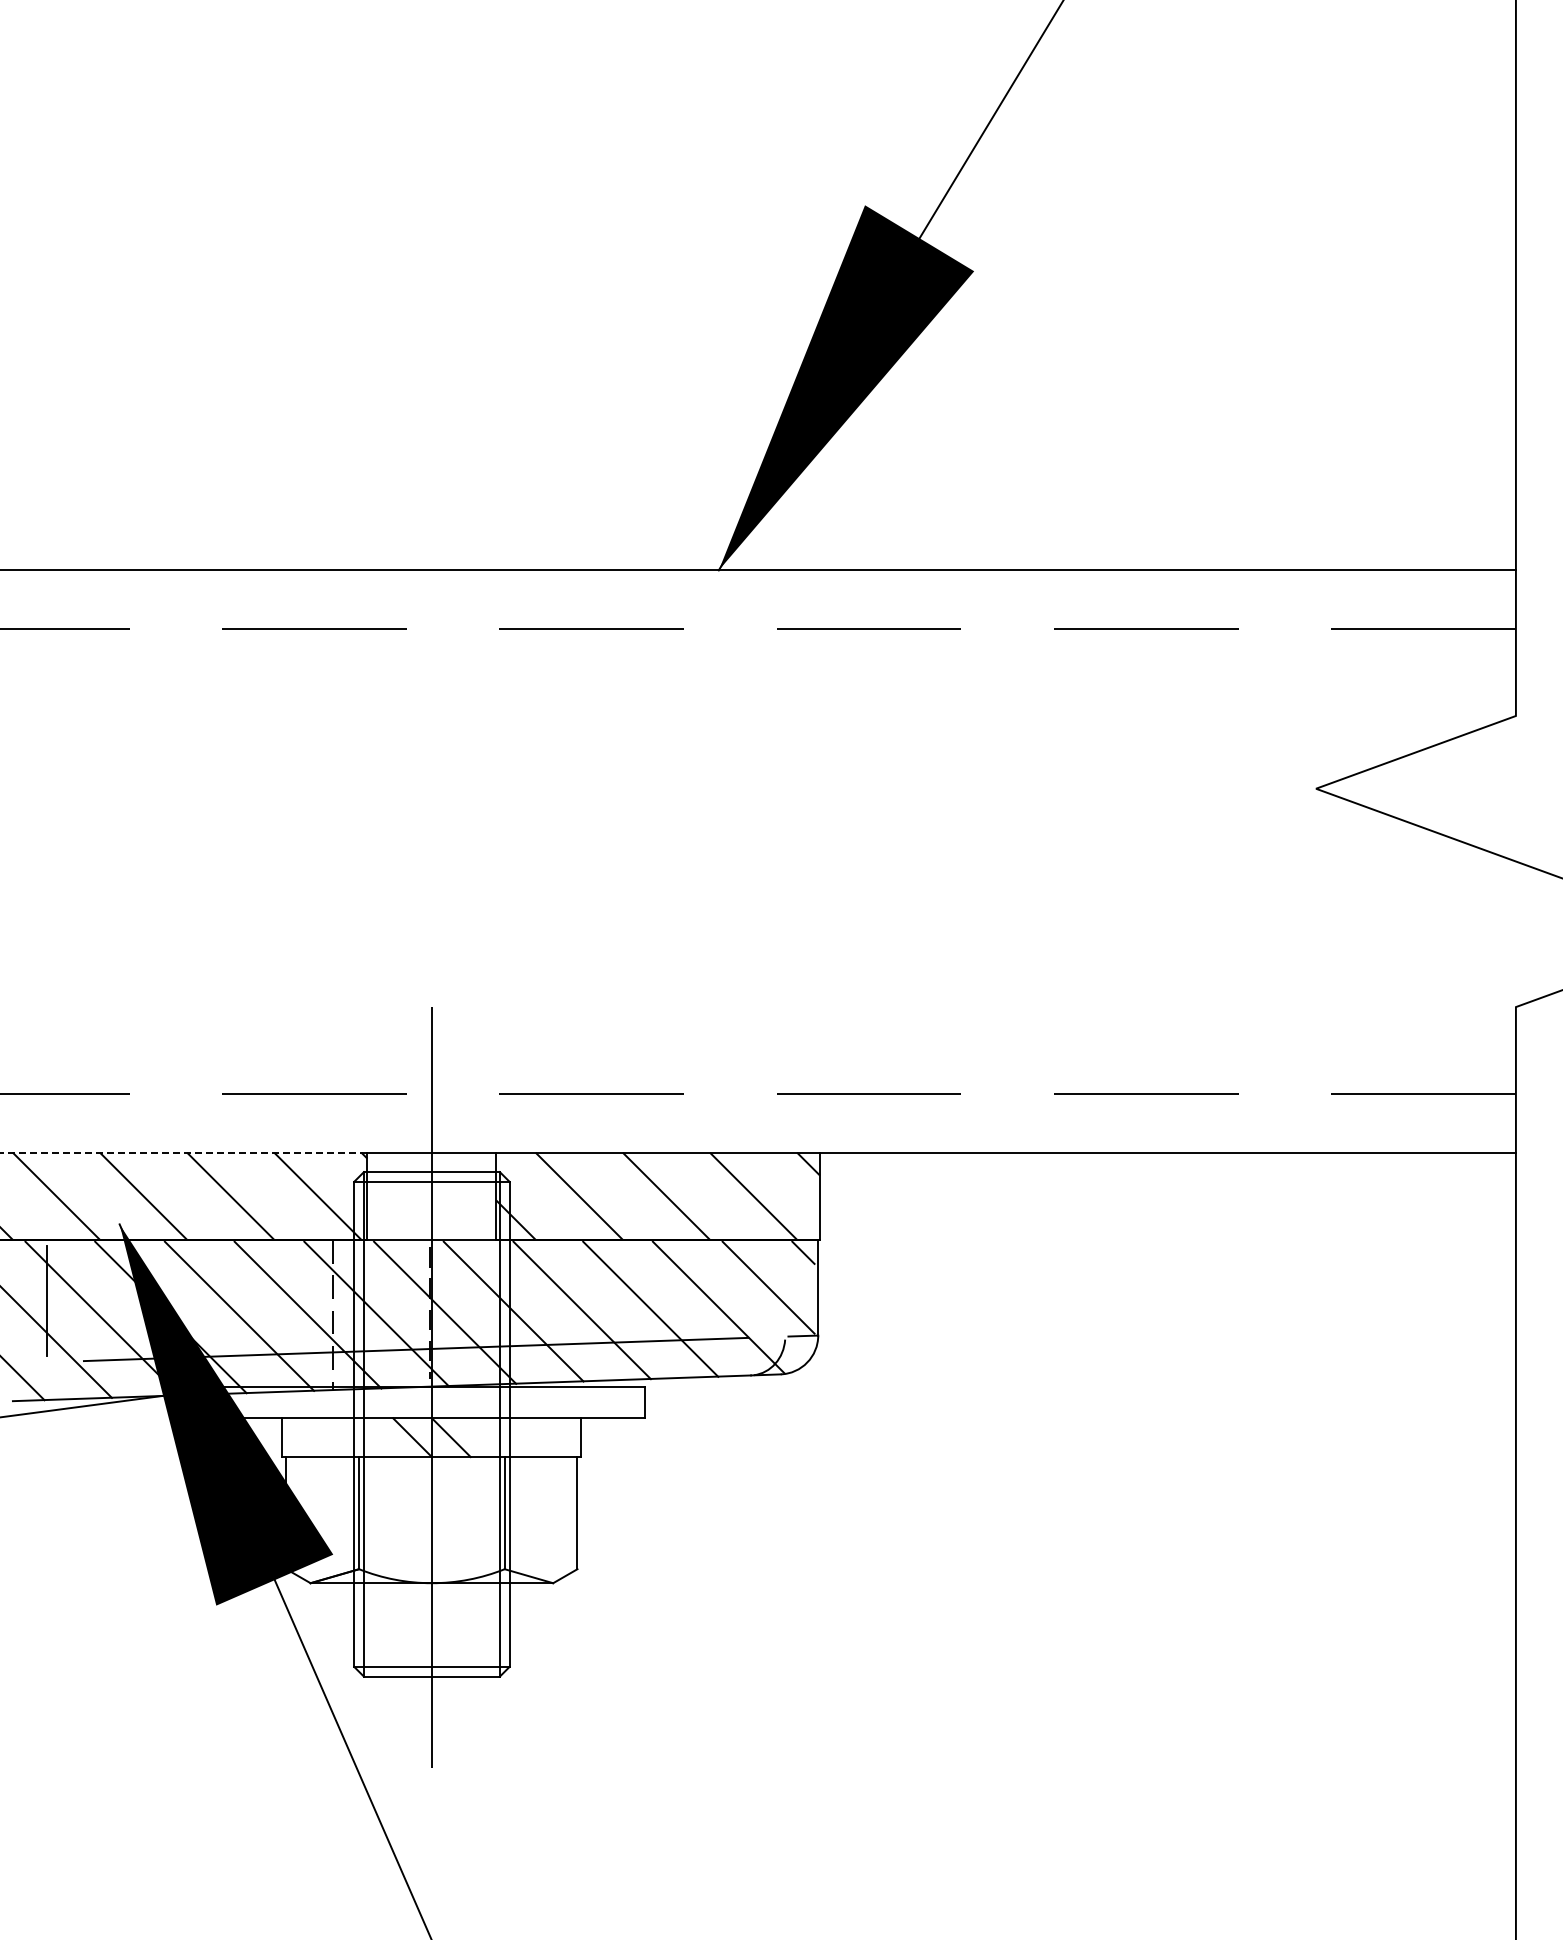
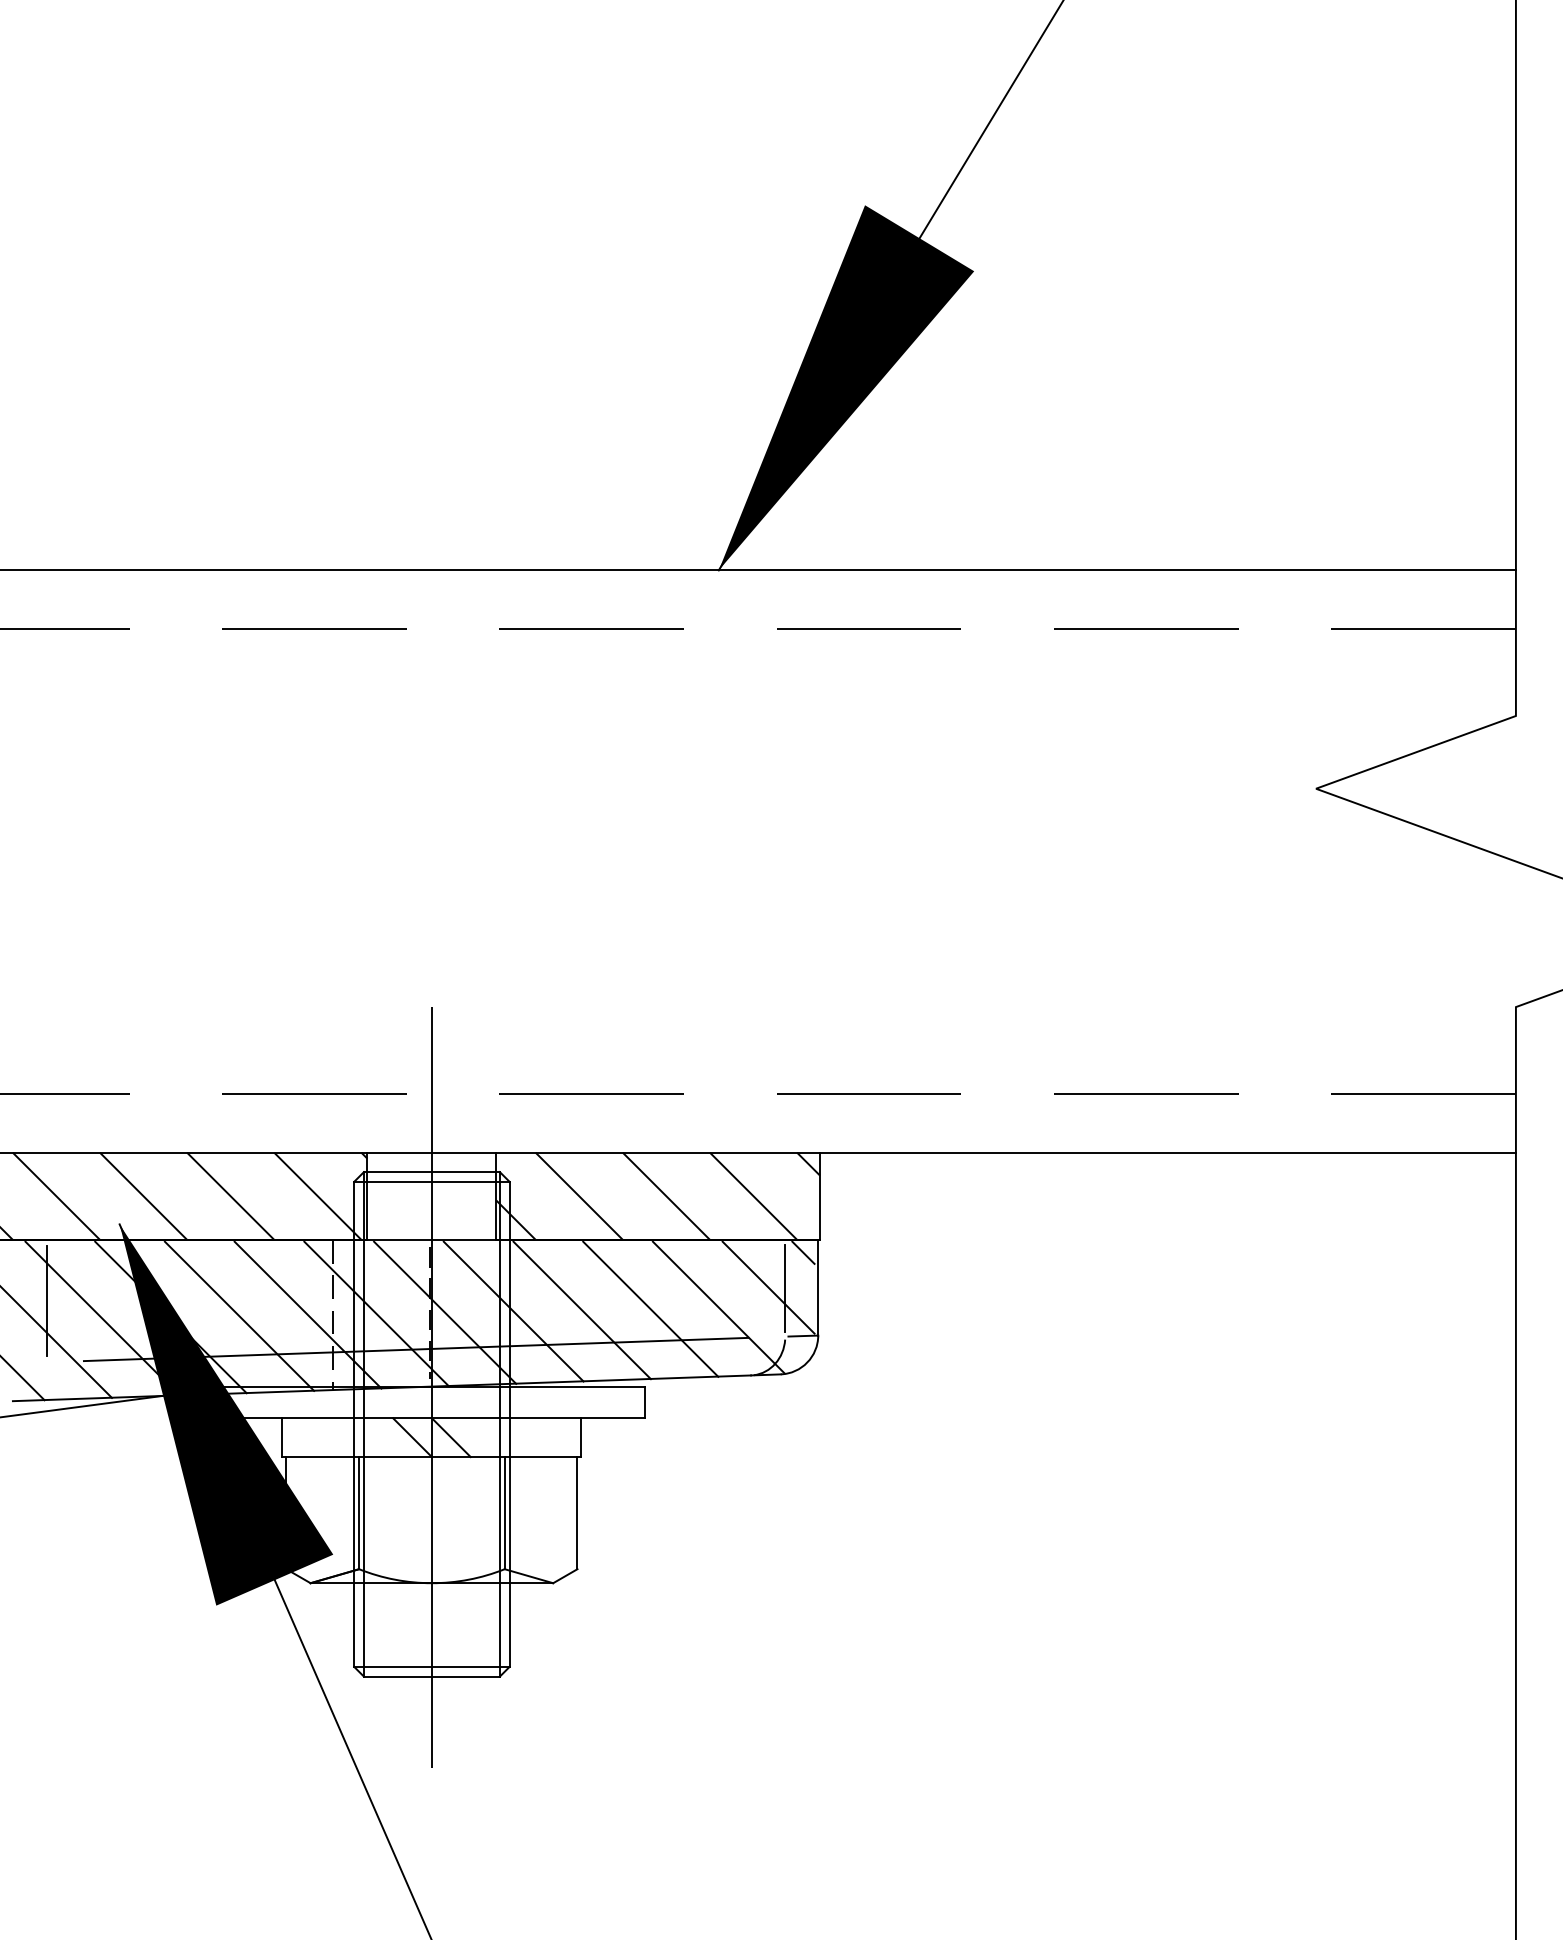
line at (183, 1152): dashed -> solid
line at (785, 1287): none -> present
